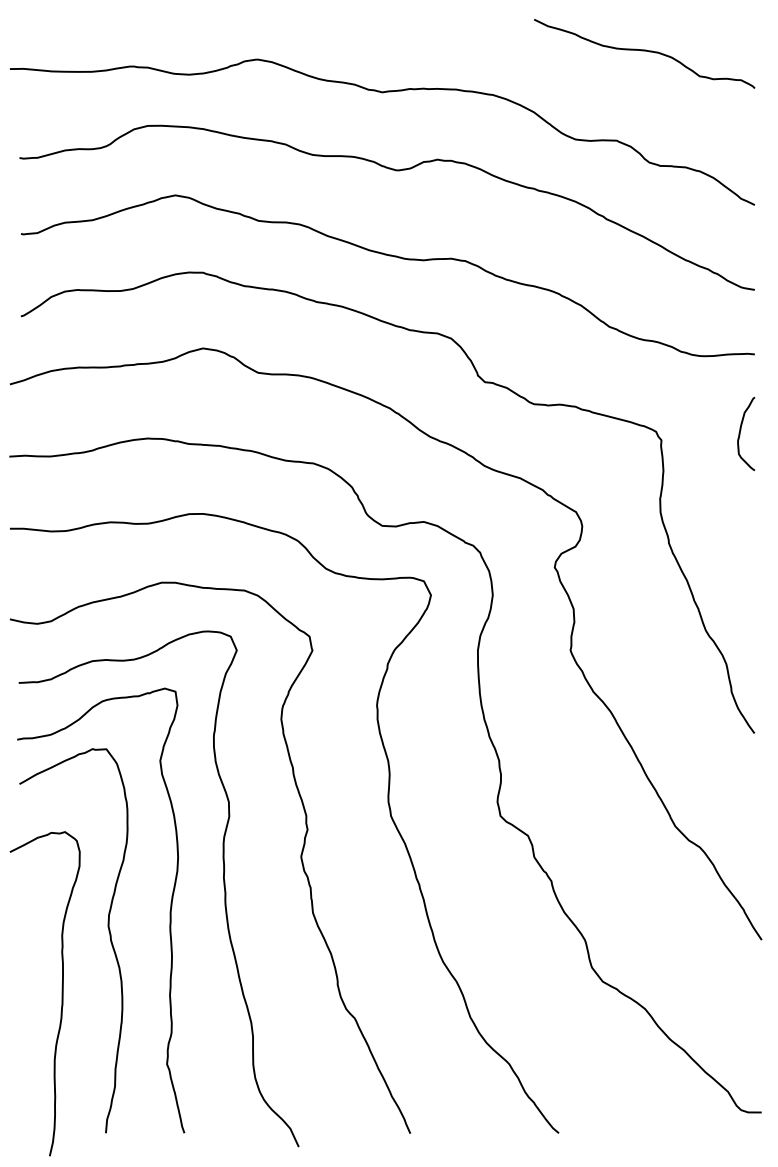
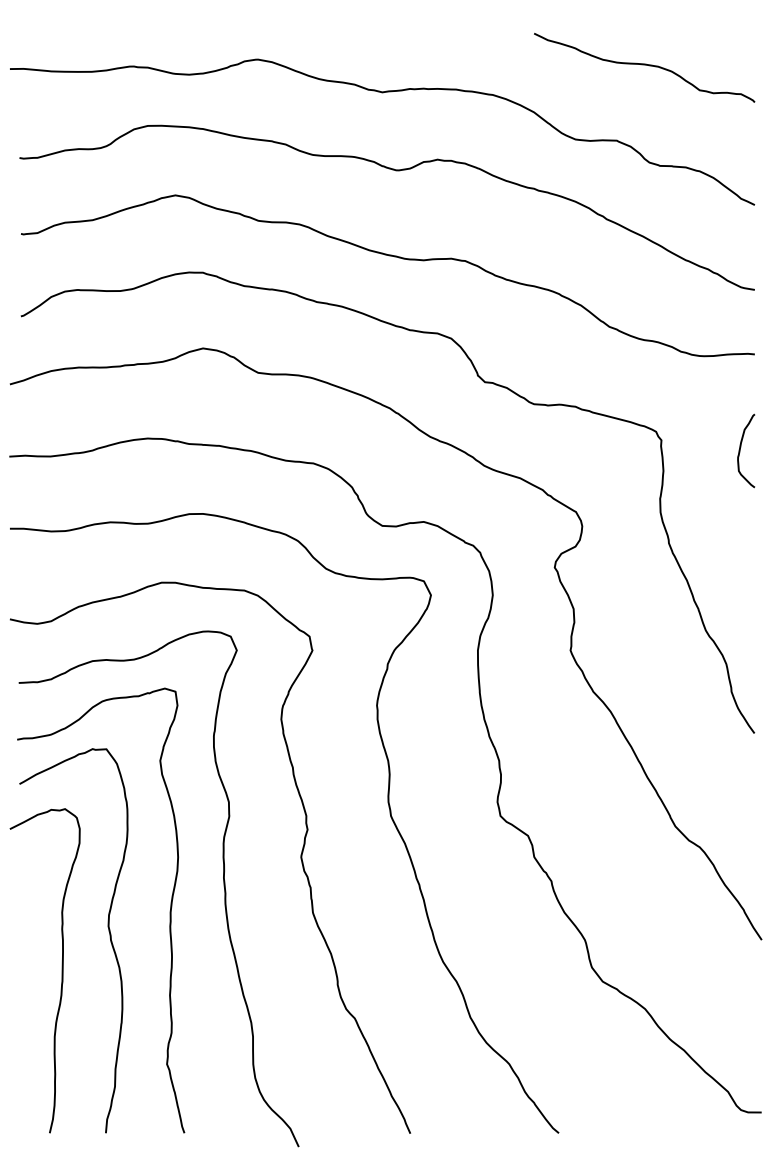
curve at (644, 51) position: (644, 51) -> (644, 65)
curve at (741, 430) position: (741, 430) -> (741, 447)
curve at (61, 993) position: (61, 993) -> (61, 970)
